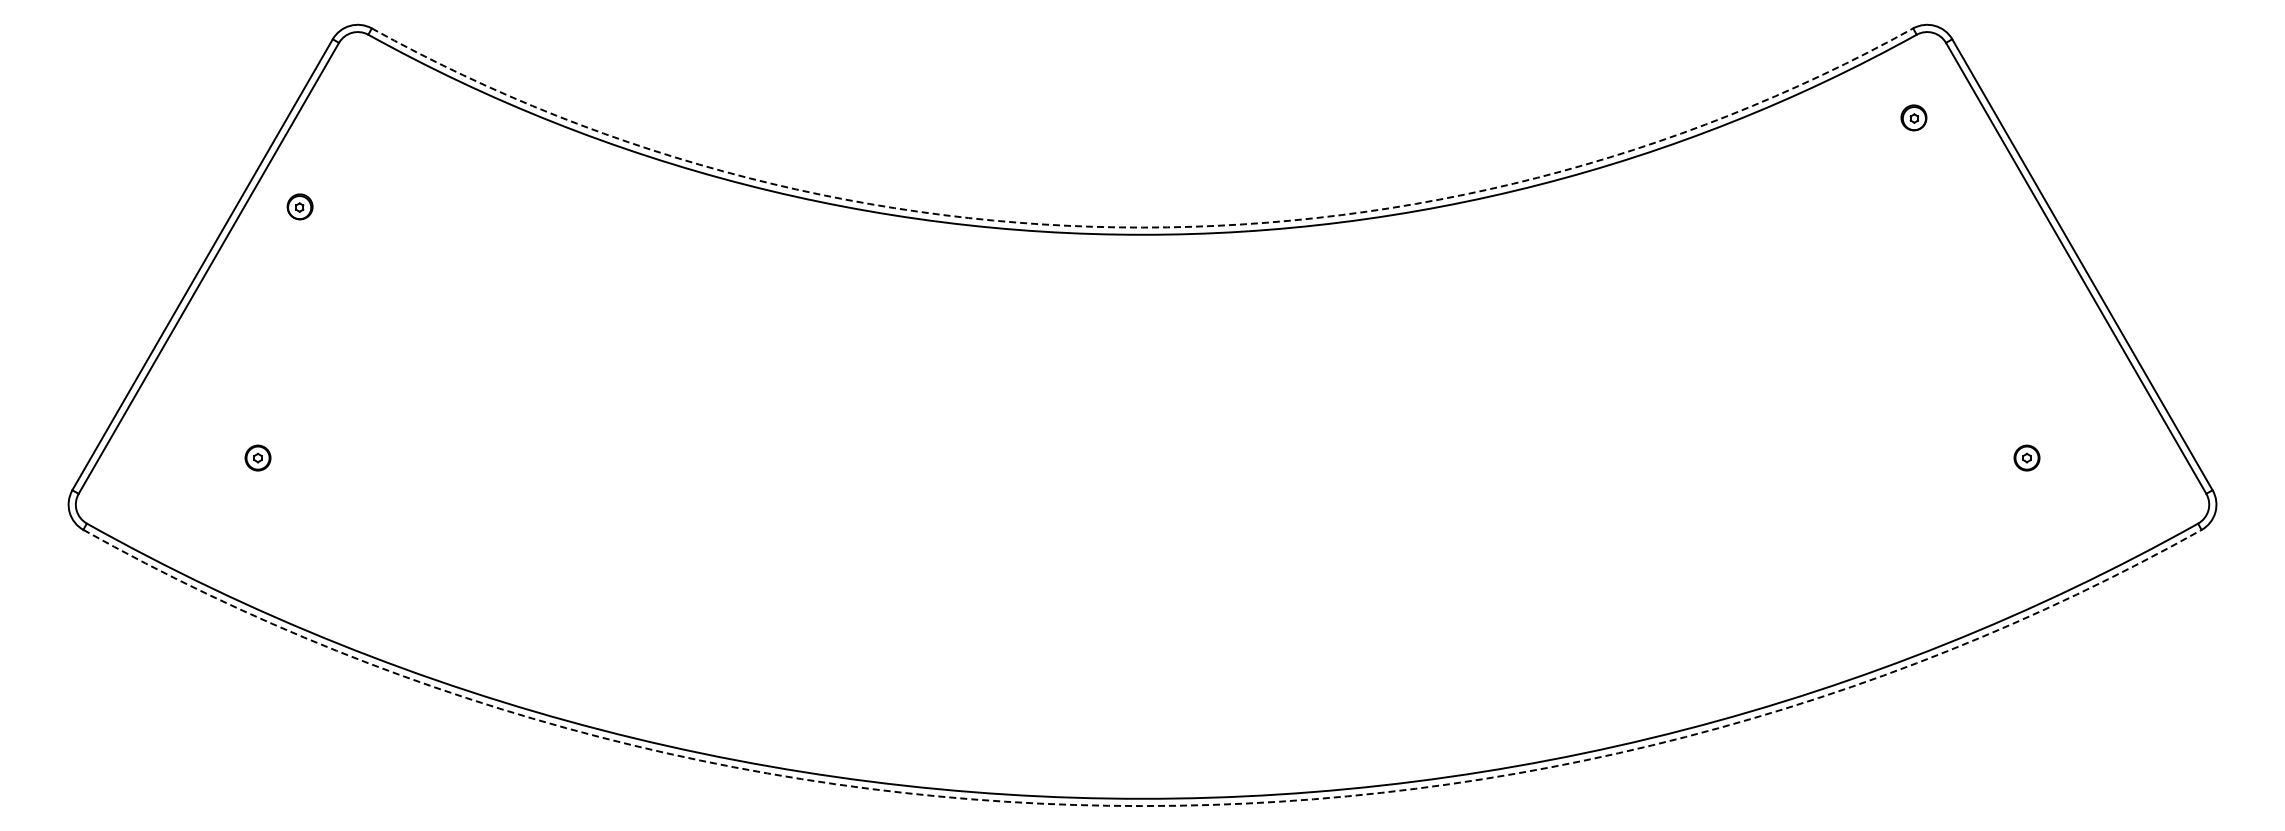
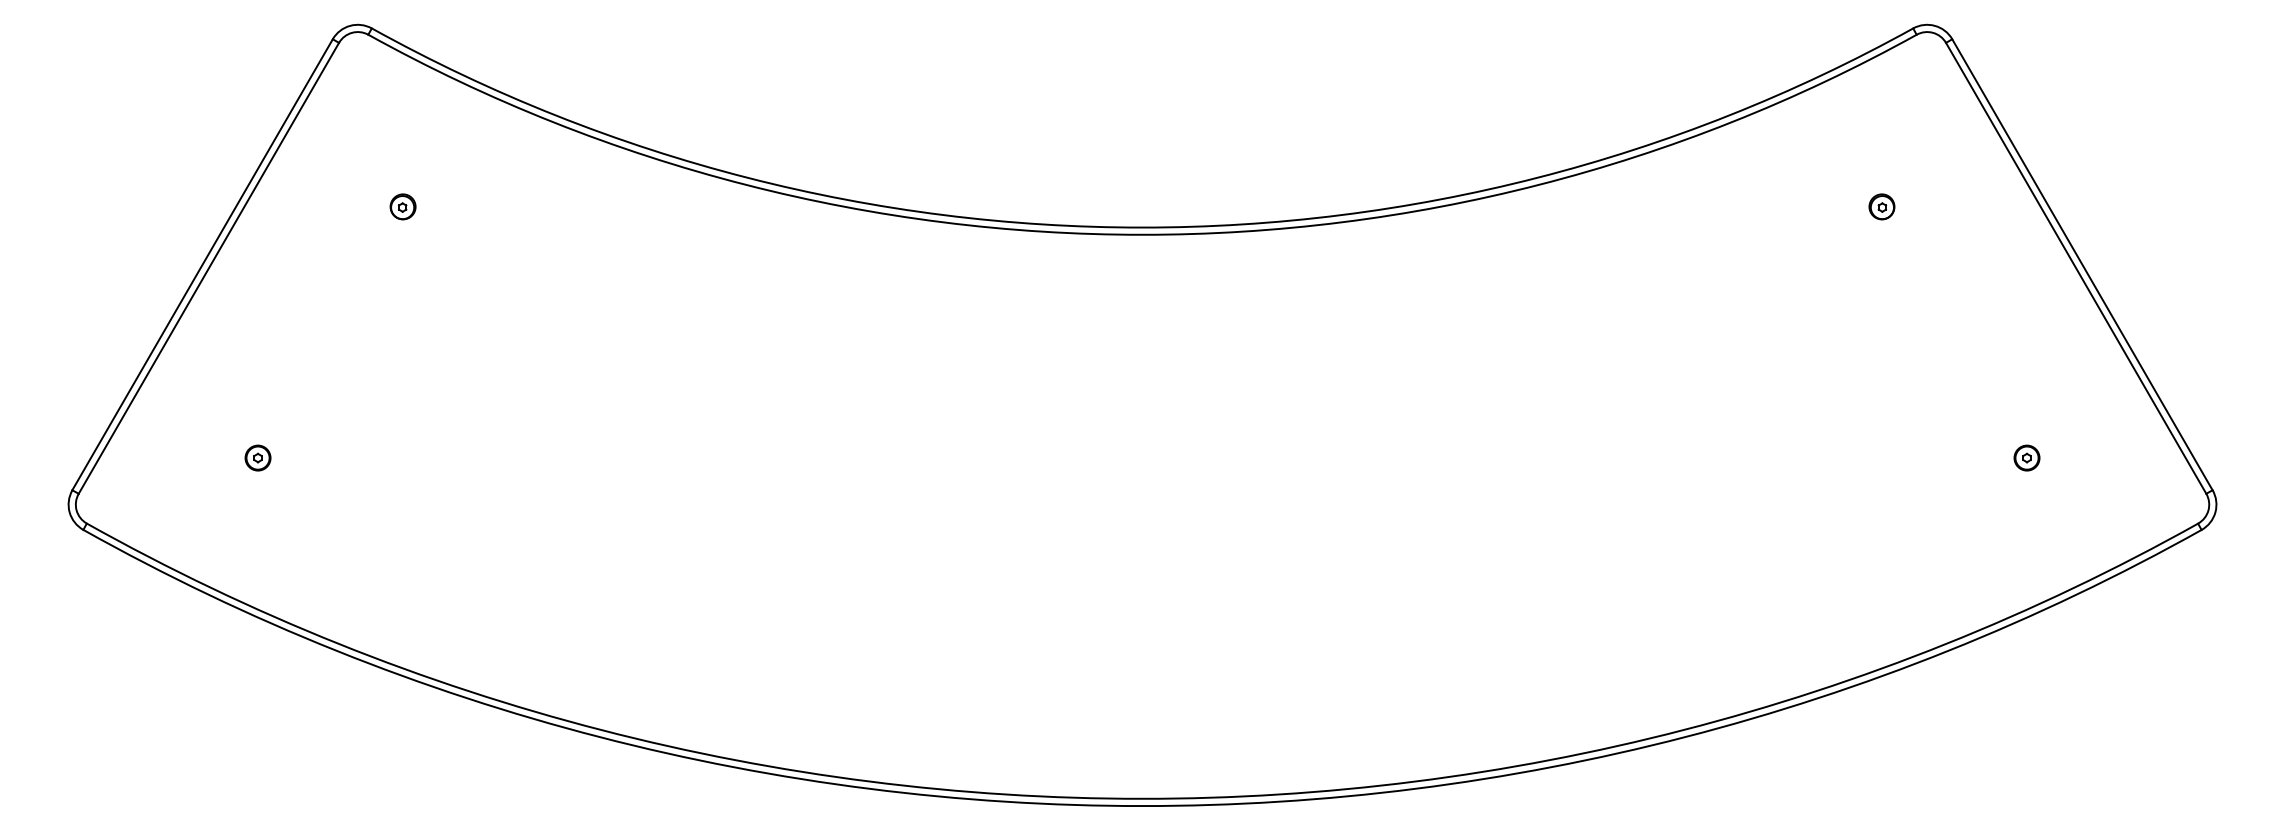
part at (1913, 117) position: (1913, 117) -> (1881, 206)
part at (299, 206) position: (299, 206) -> (402, 206)
arc at (1142, 227): dashed -> solid
arc at (1142, 806): dashed -> solid
